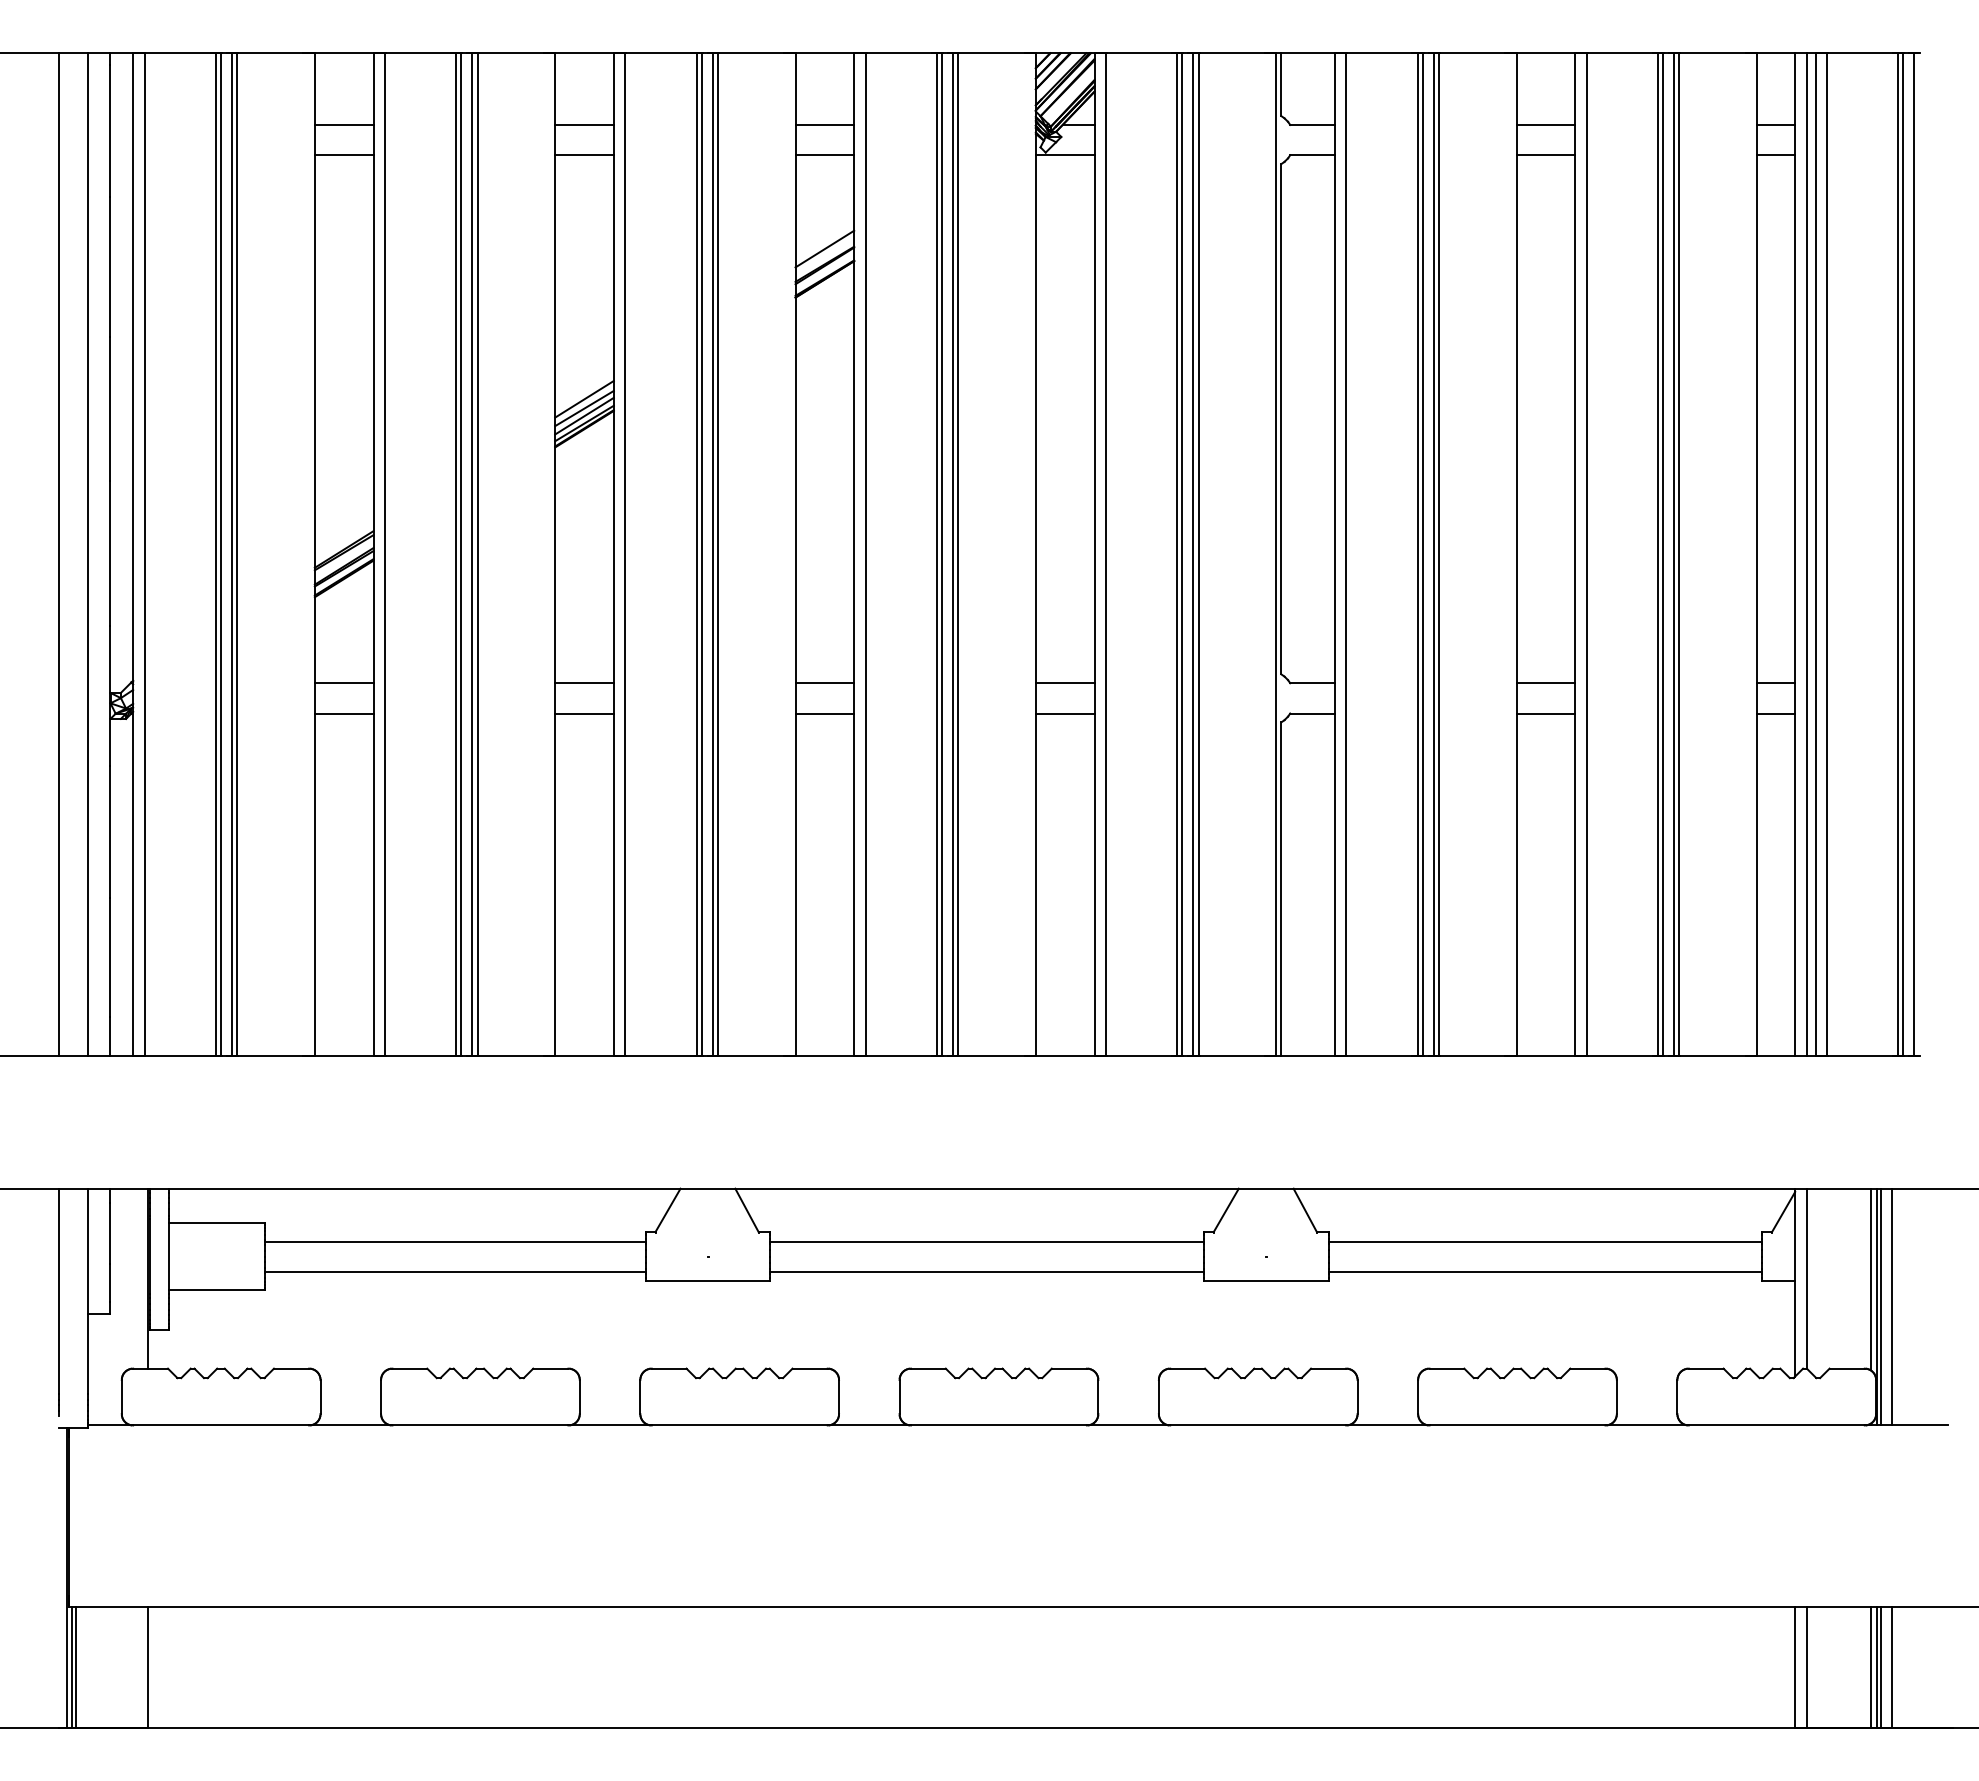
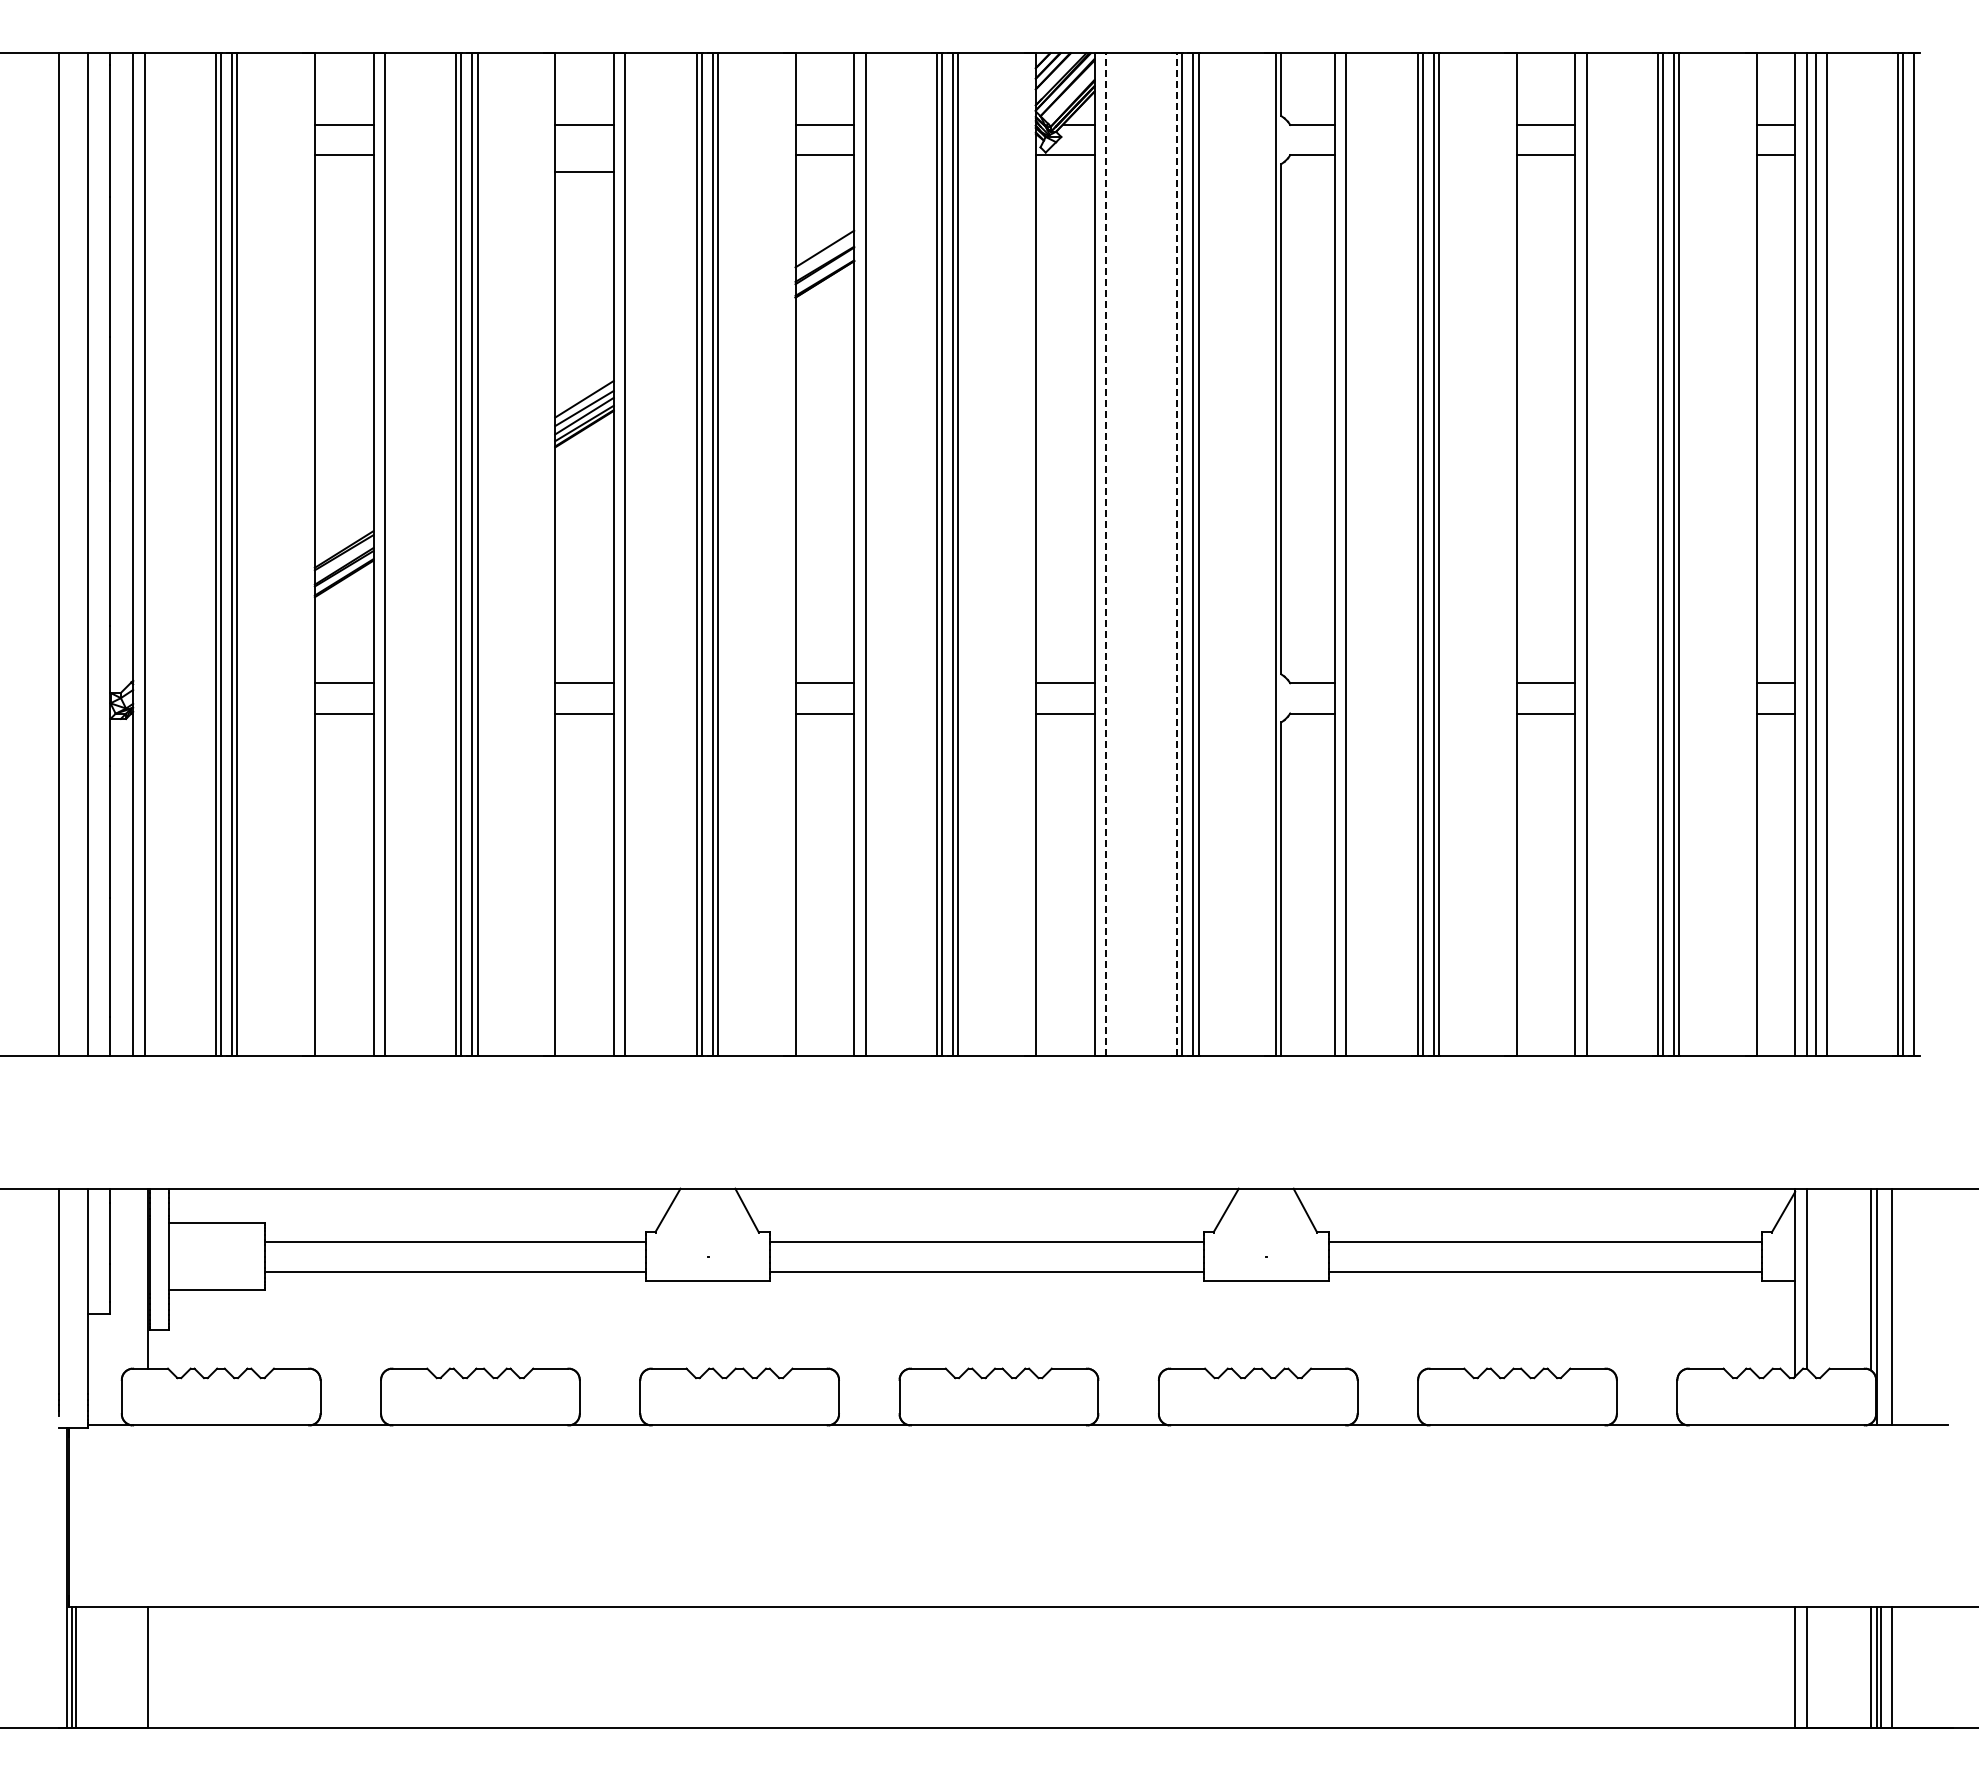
line at (584, 155) position: (584, 155) -> (584, 172)
line at (1105, 554): solid -> dashed
line at (1177, 554): solid -> dashed
line at (1880, 1306): present -> none
